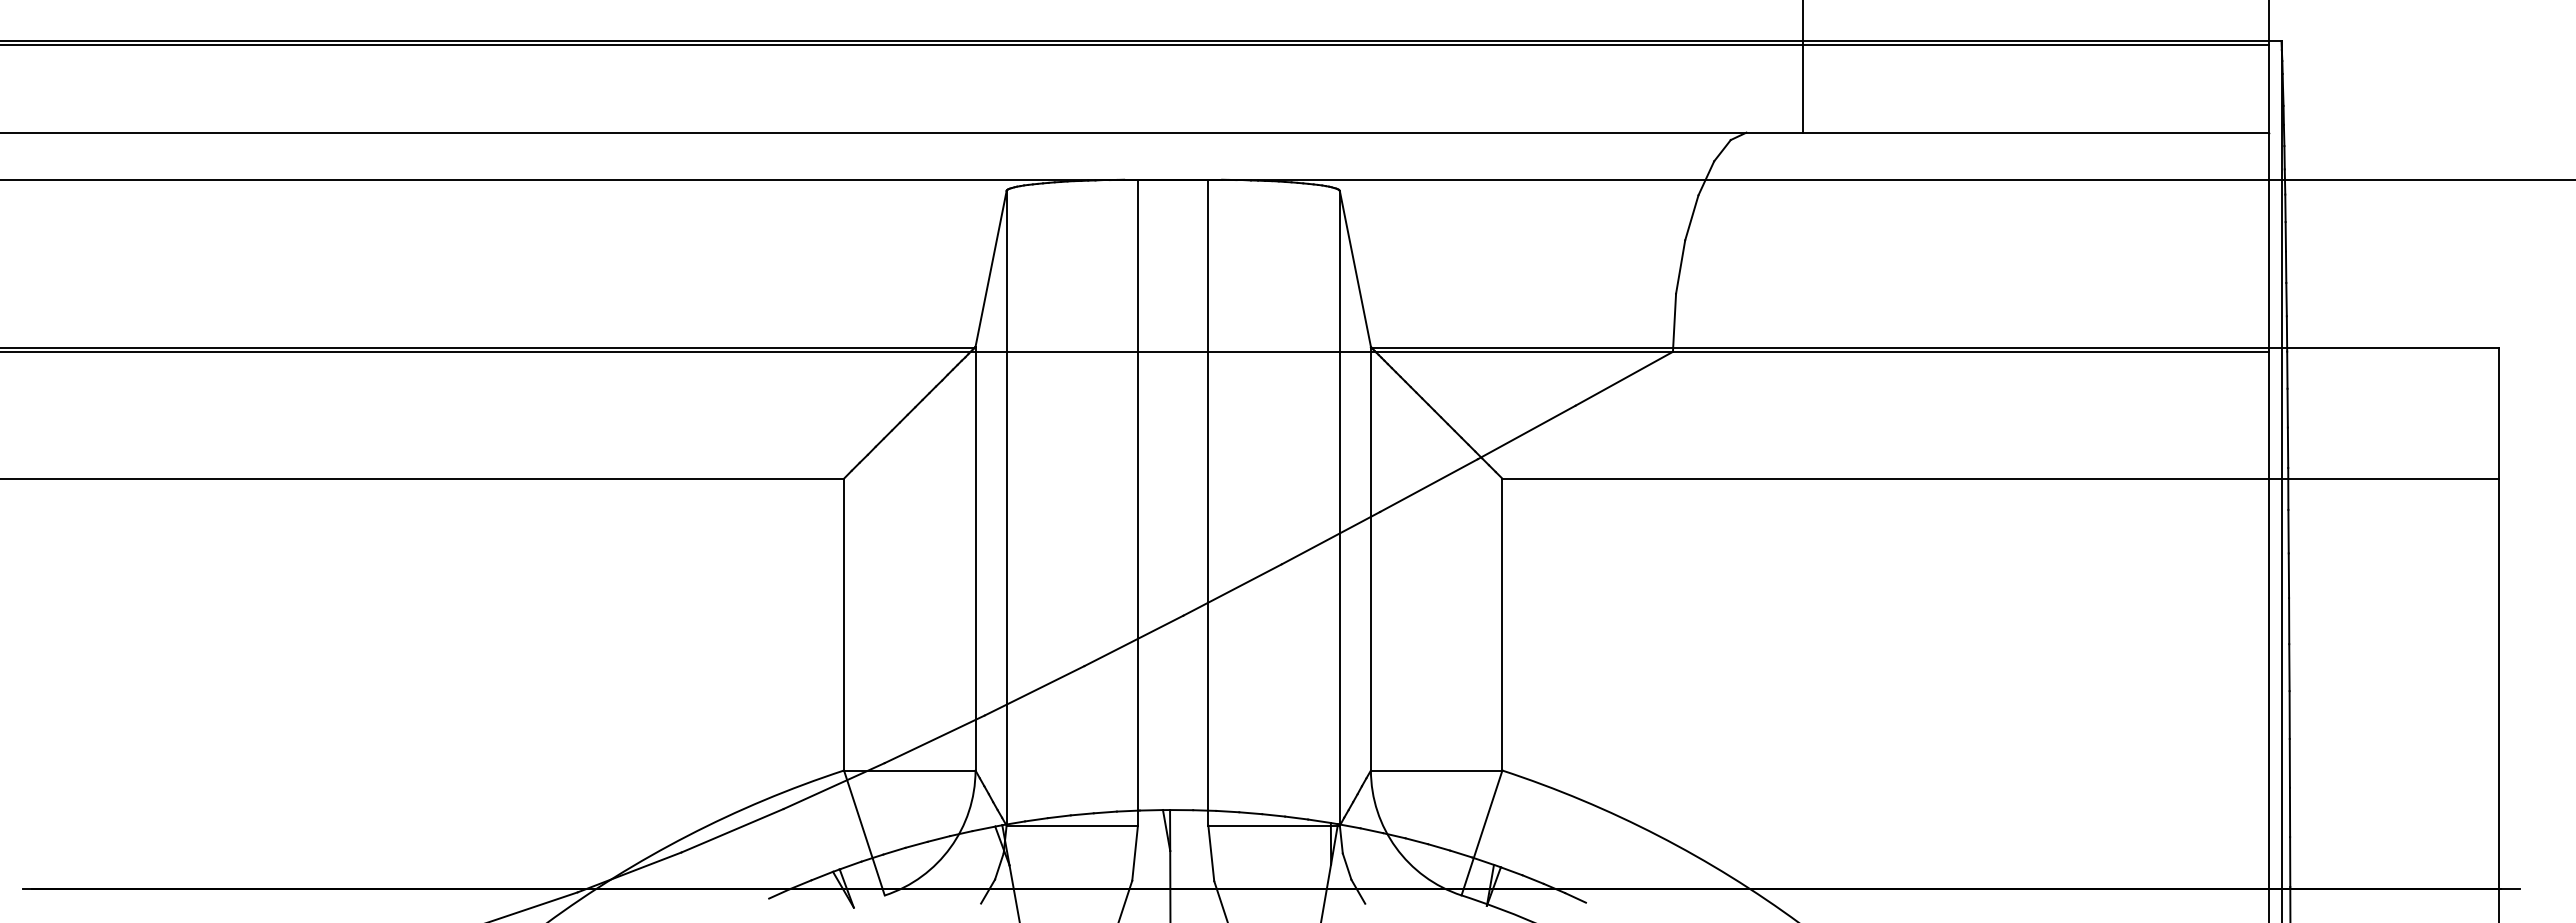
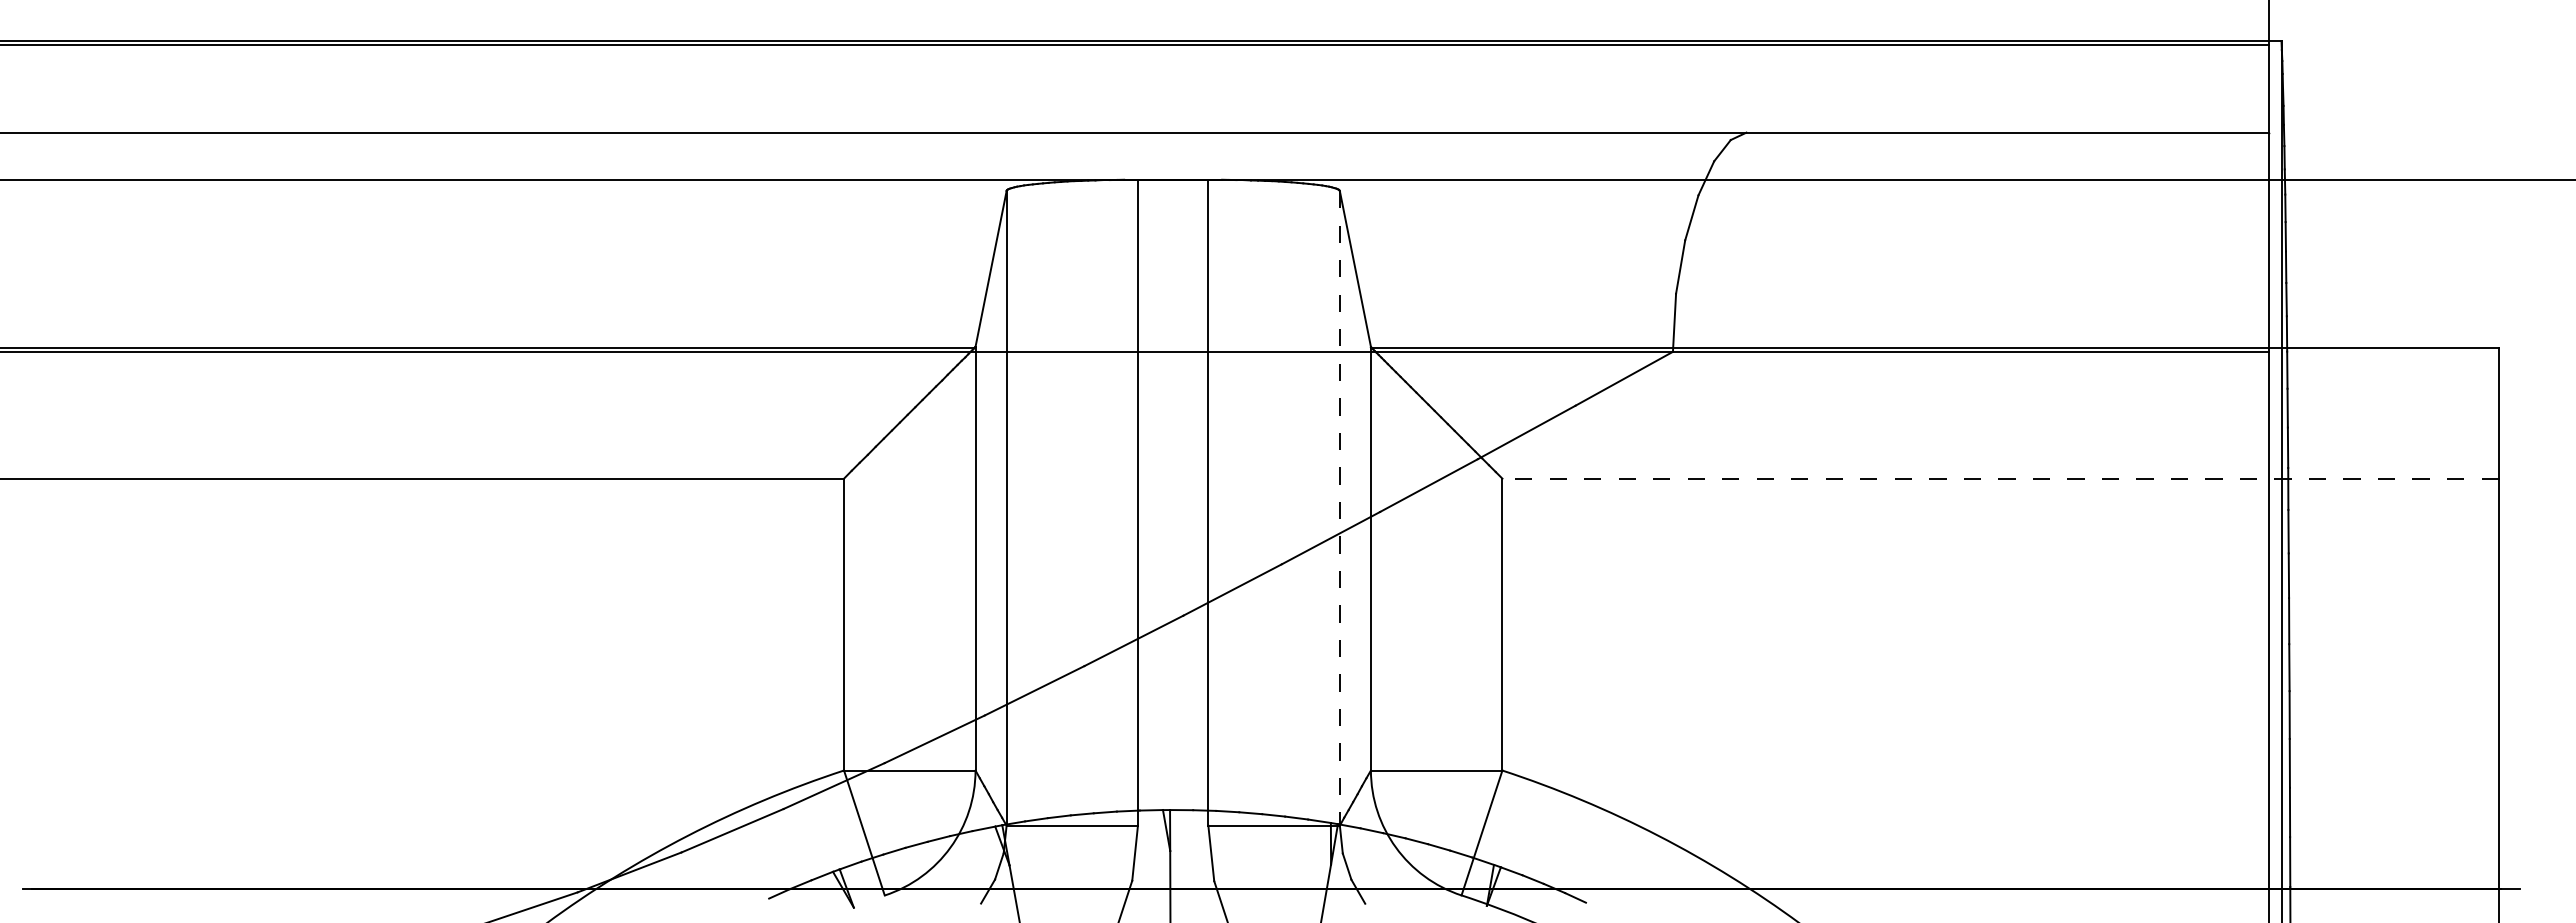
line at (1803, 67): present -> none
line at (2000, 478): solid -> dashed
line at (1339, 508): solid -> dashed
